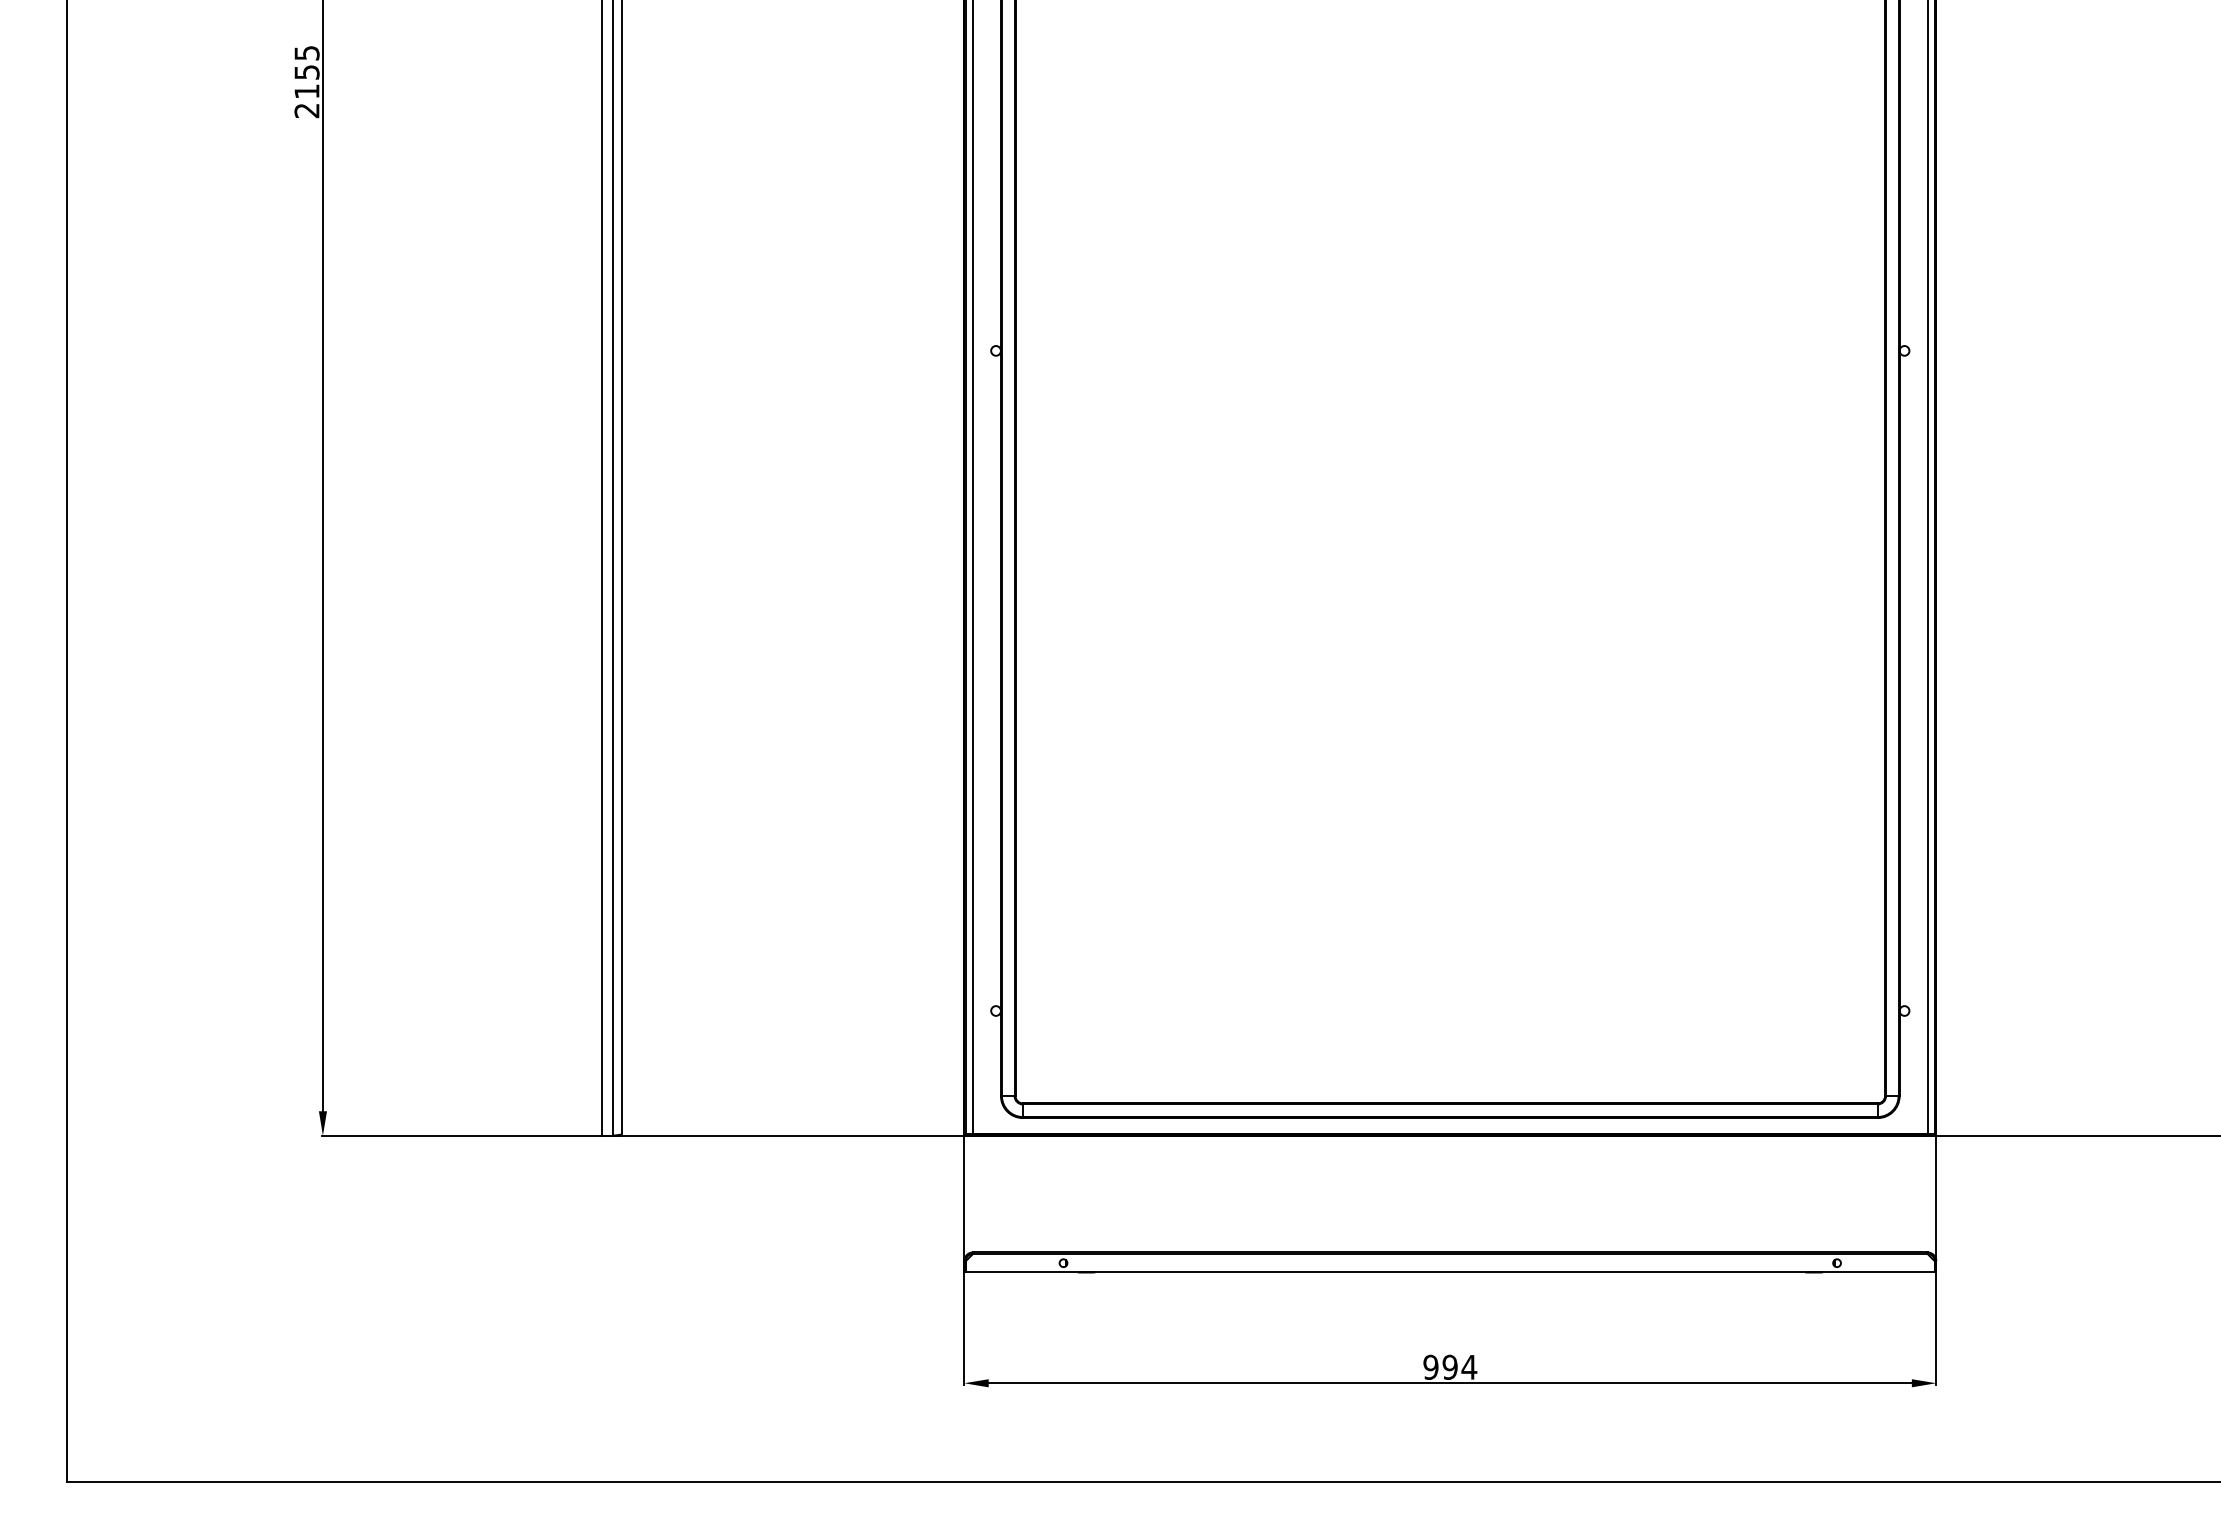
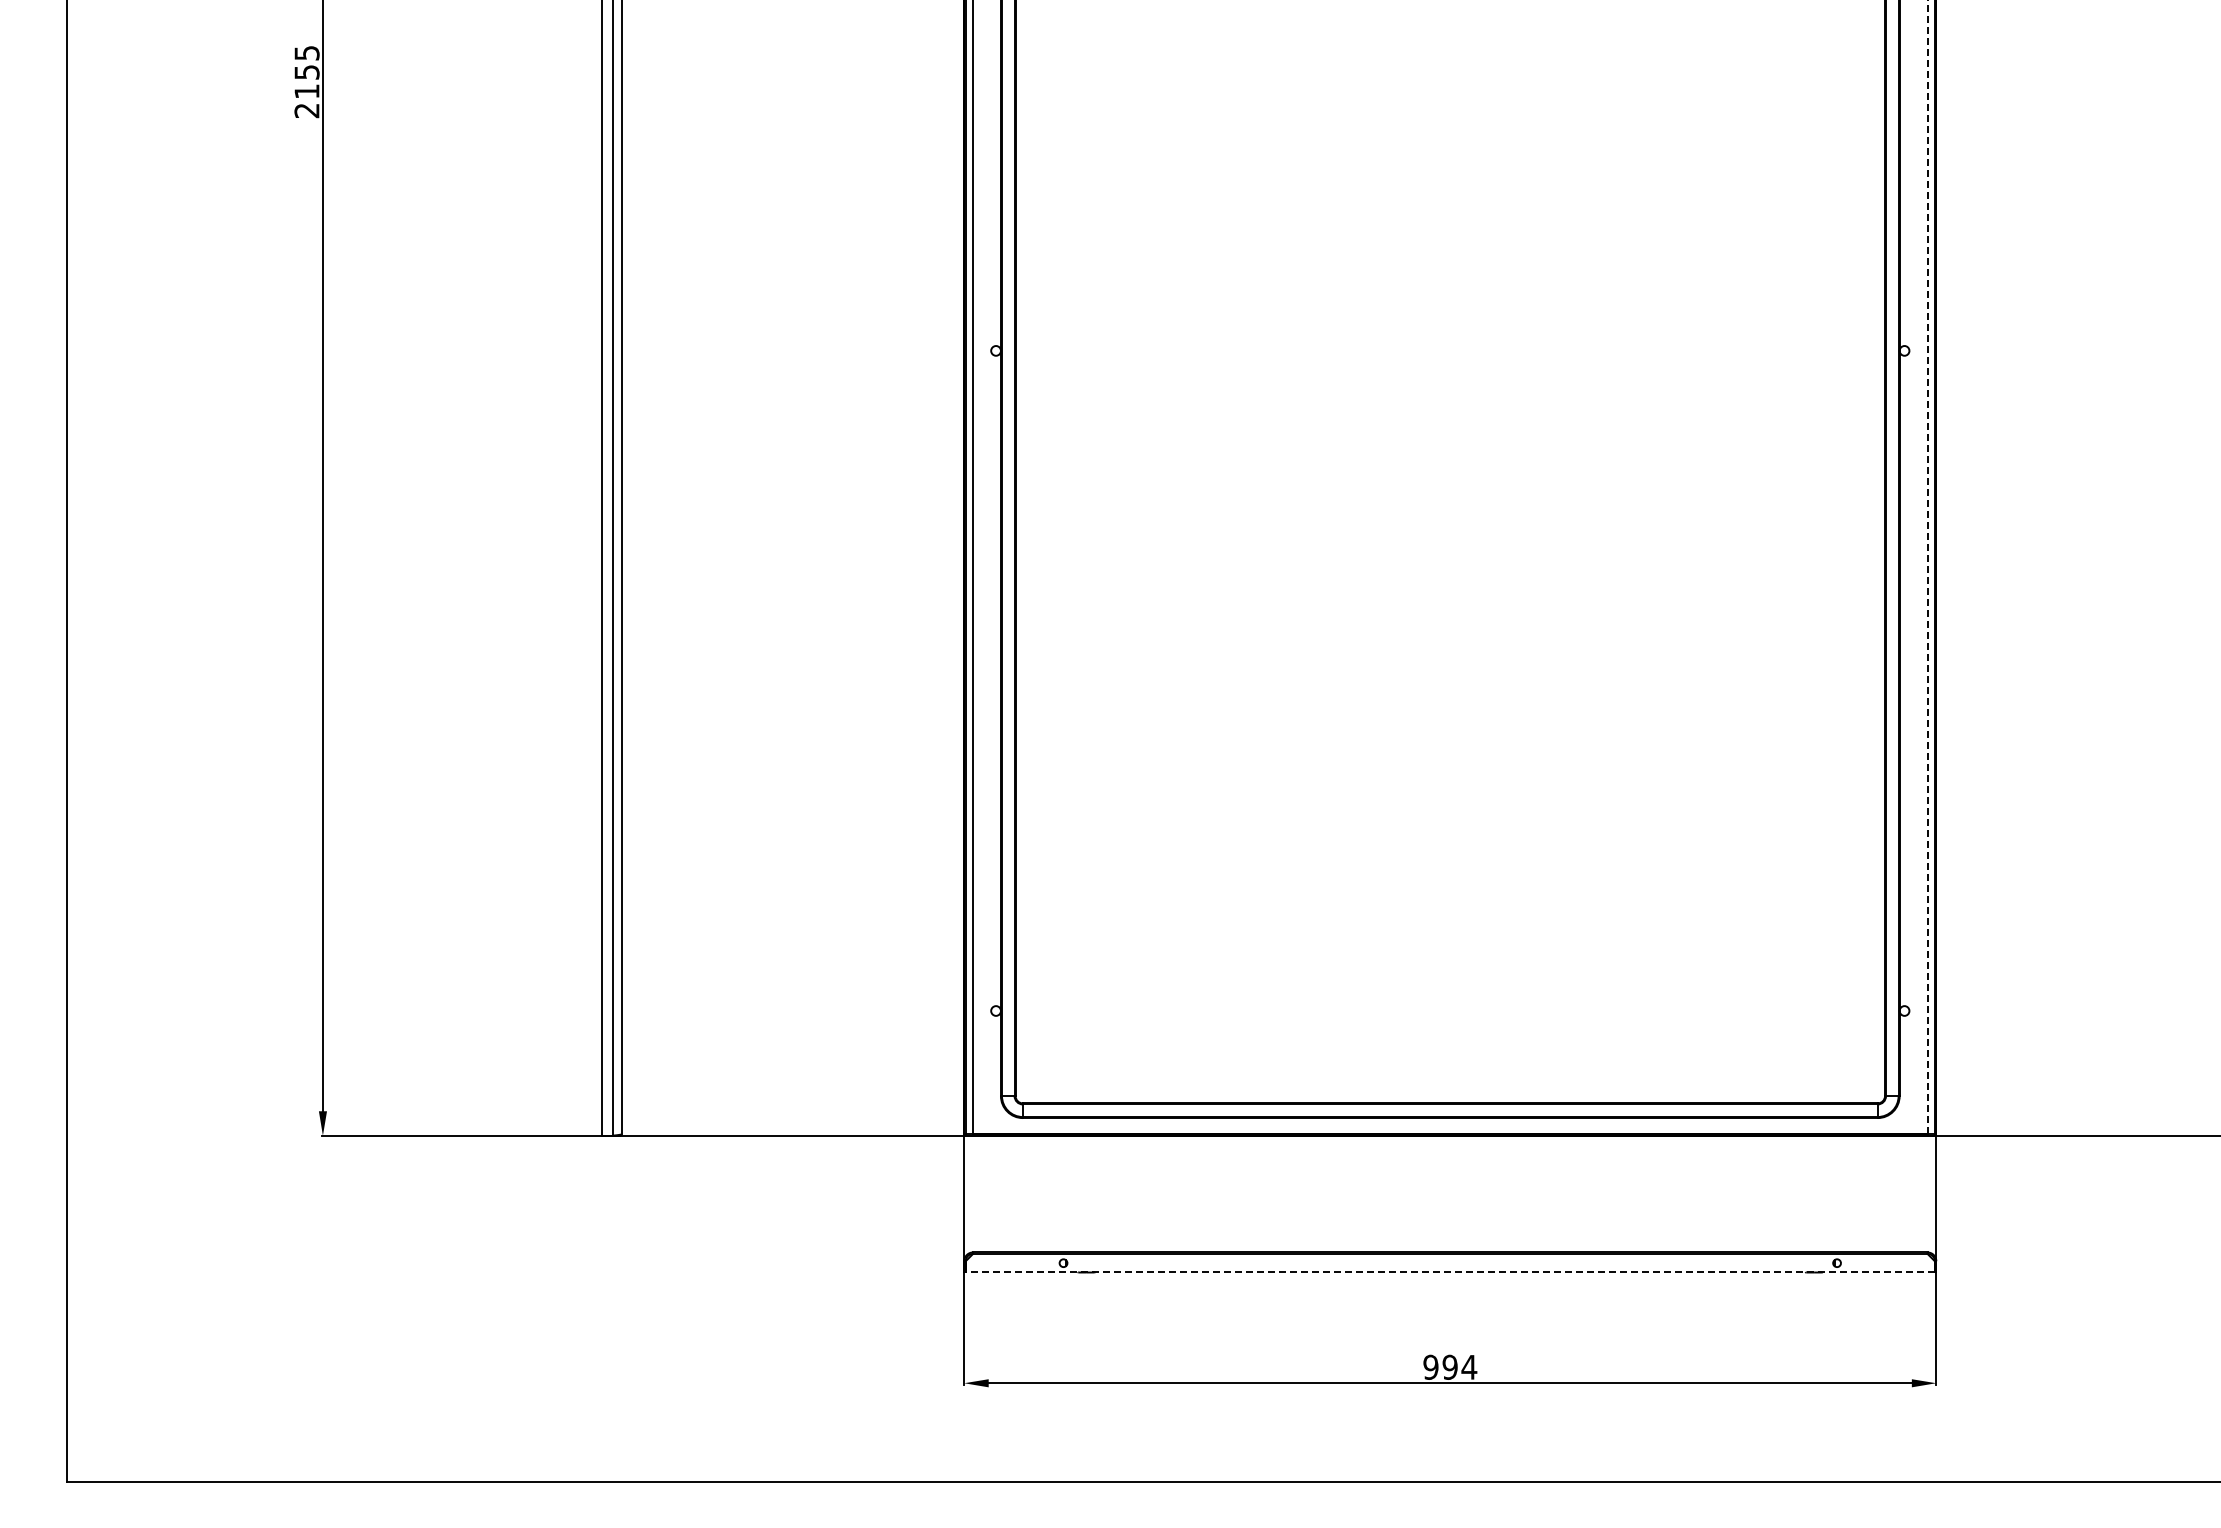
line at (1927, 567): solid -> dashed
line at (1449, 1272): solid -> dashed
